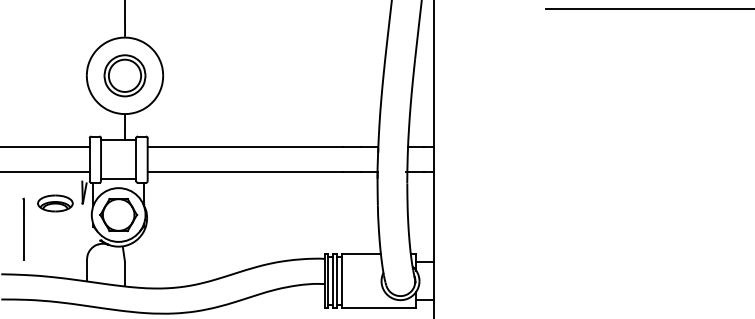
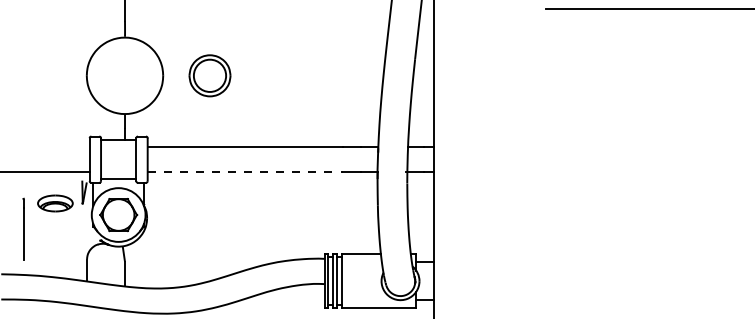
part at (124, 75) position: (124, 75) -> (209, 75)
line at (45, 147): present -> none
line at (245, 172): solid -> dashed
